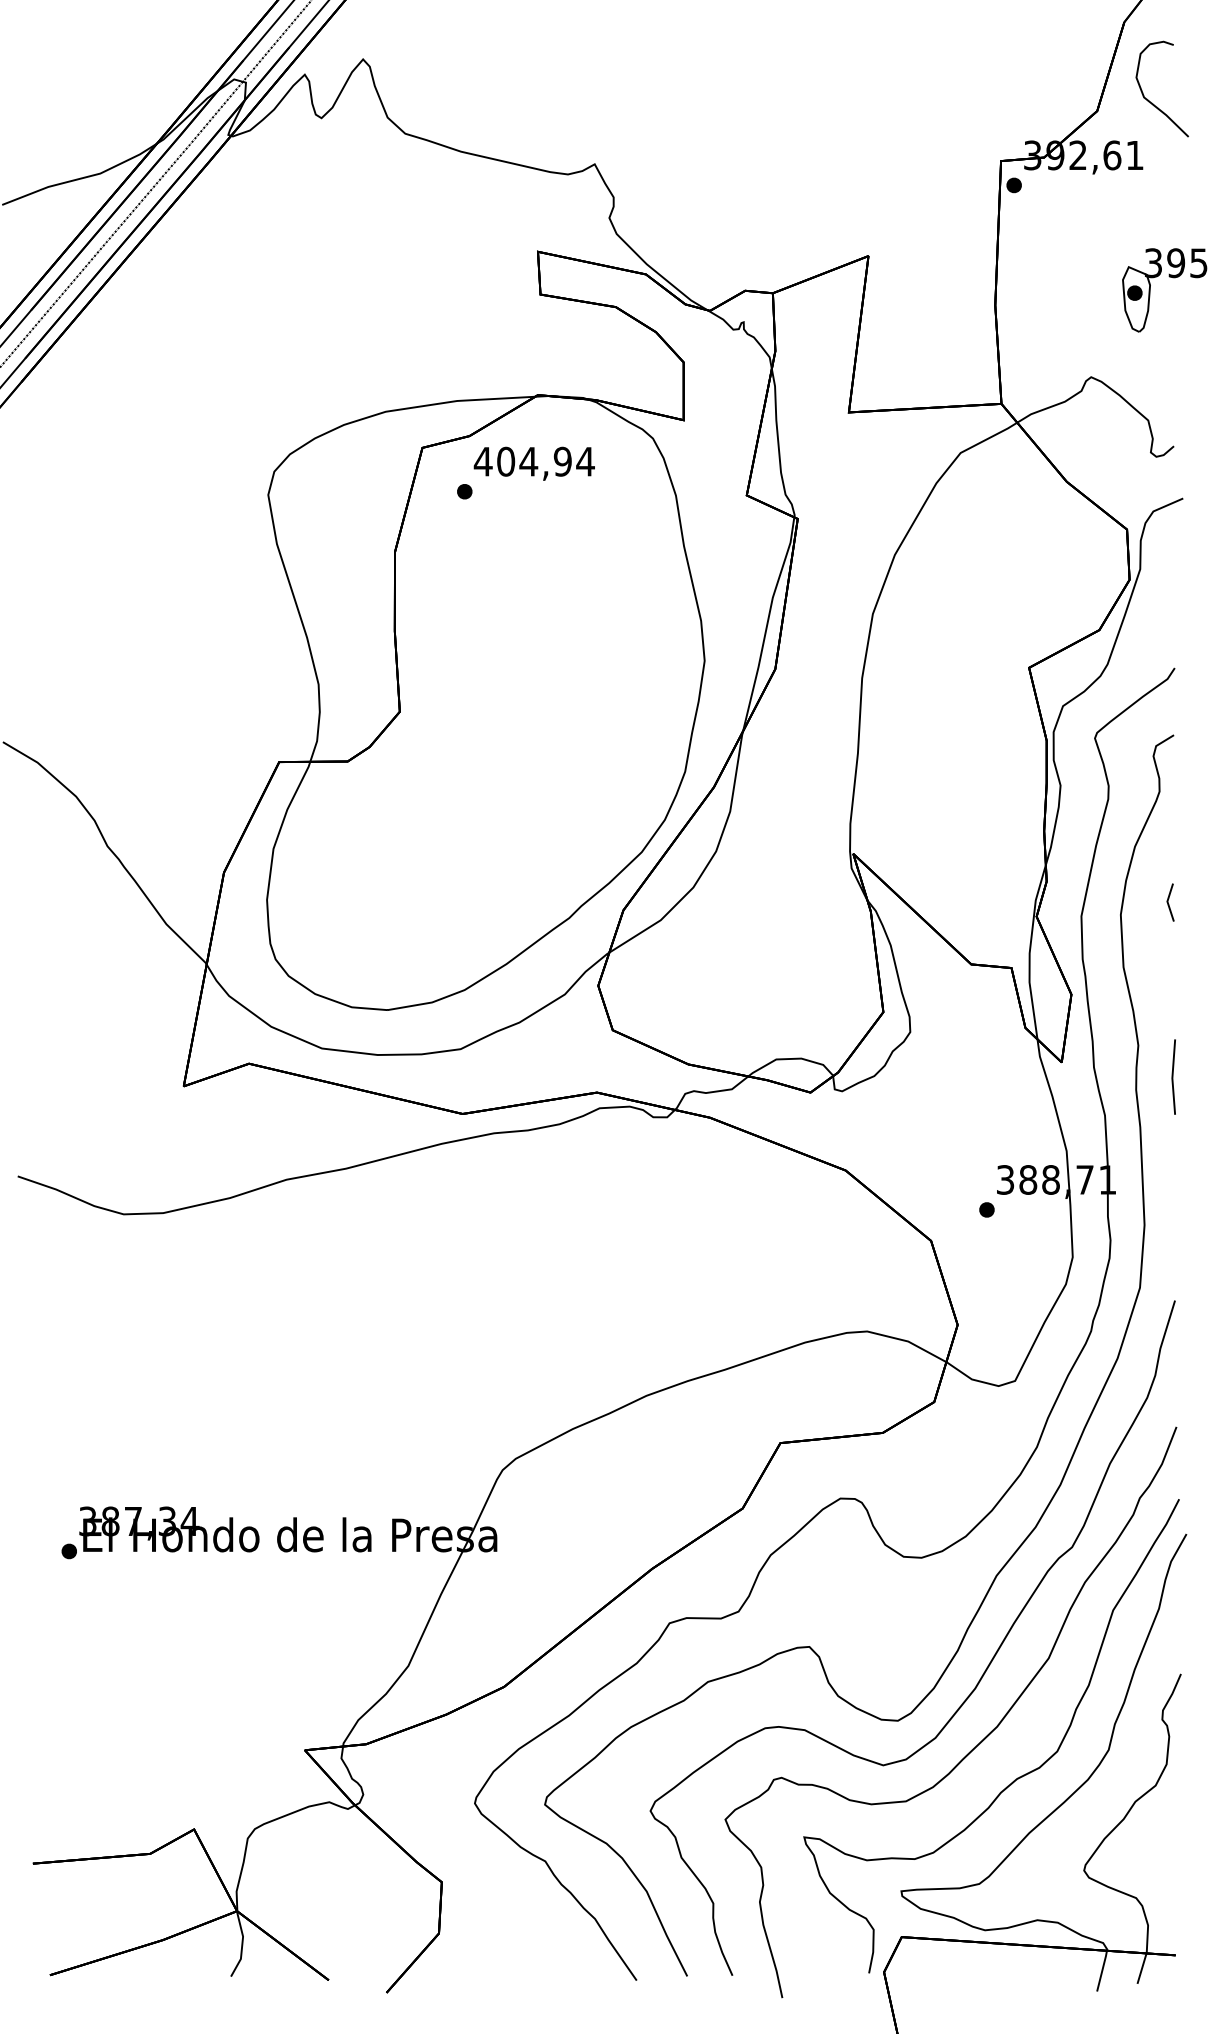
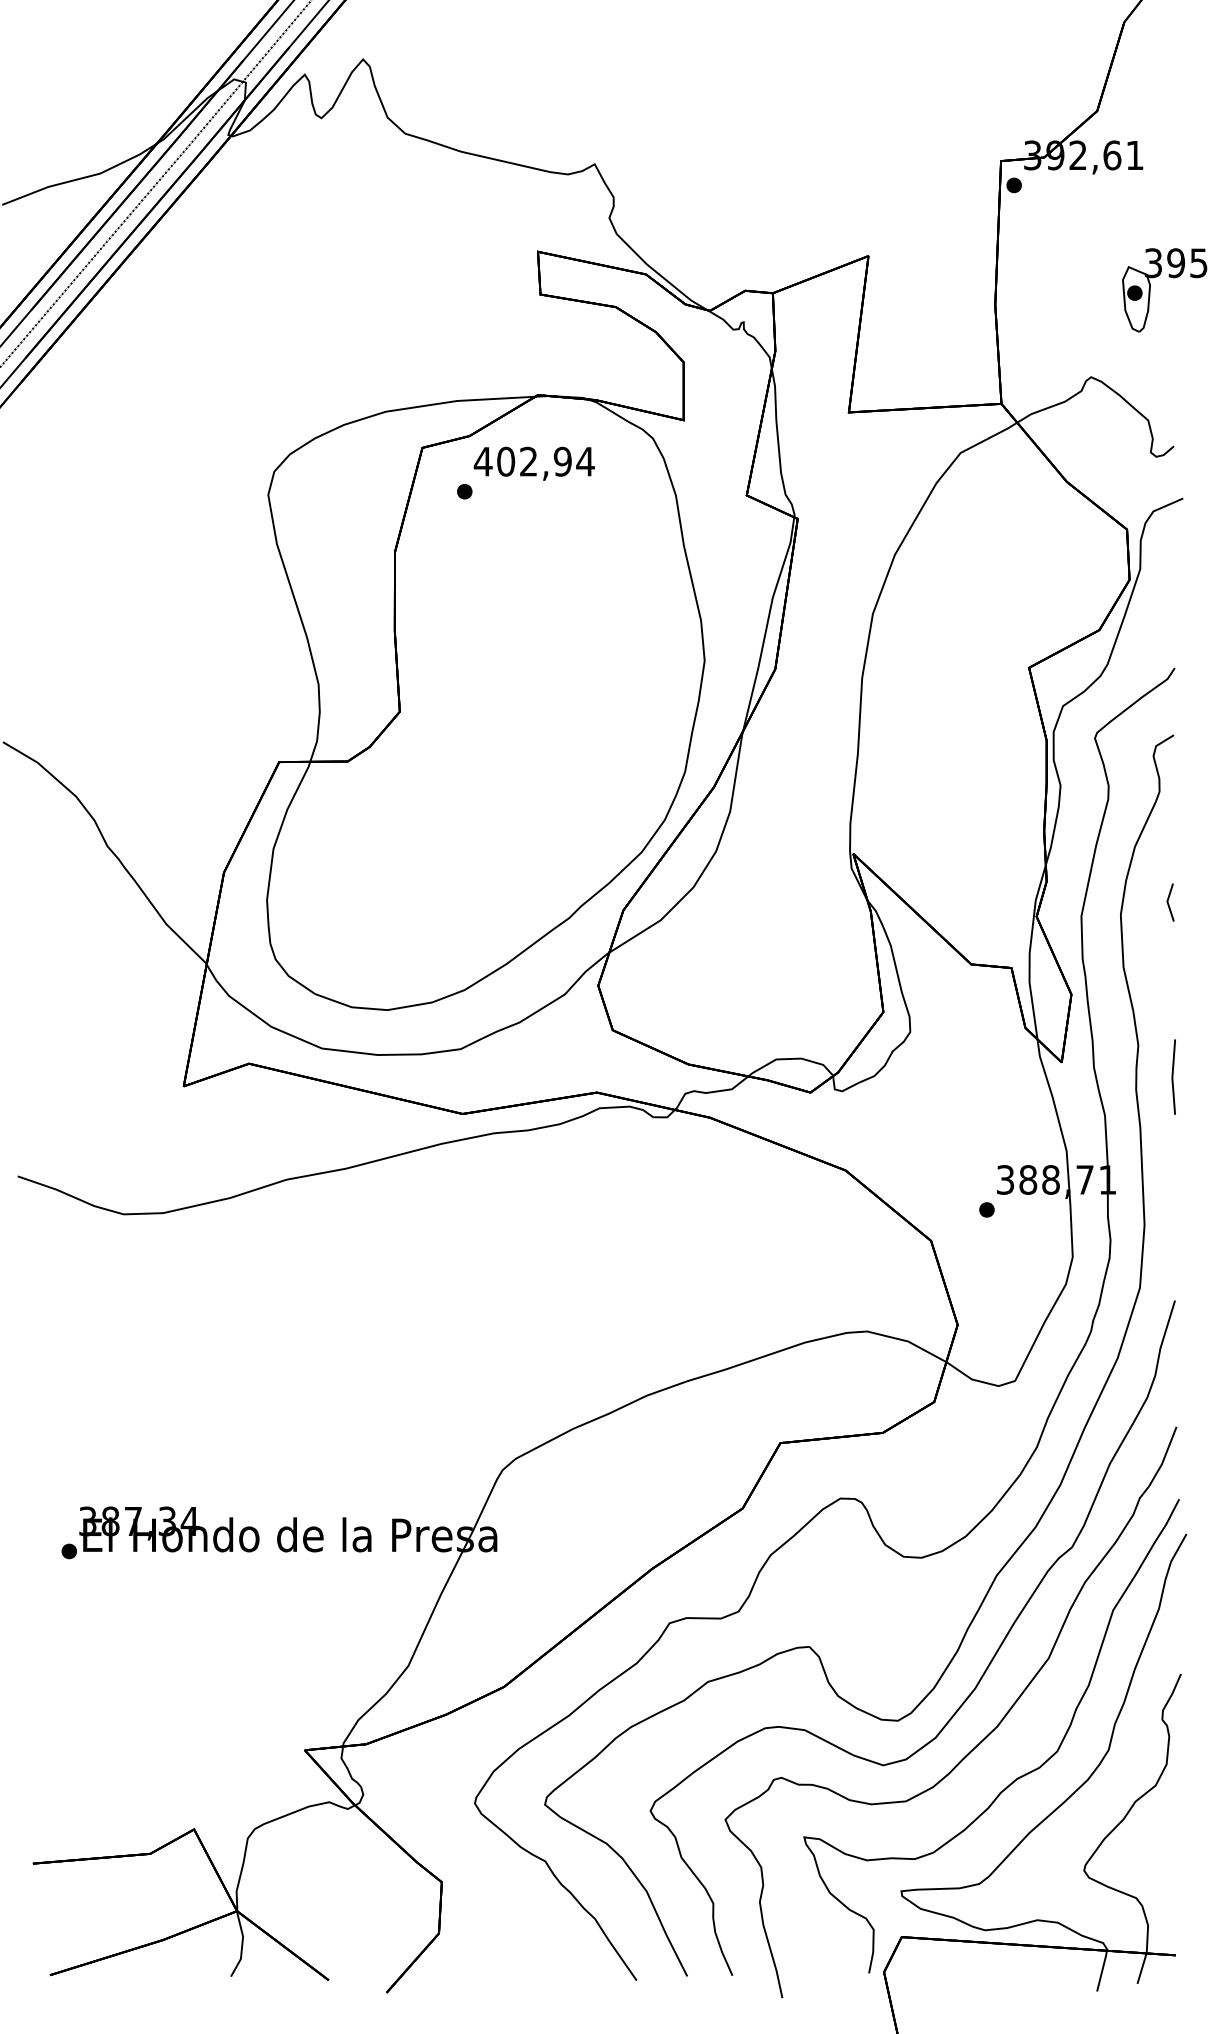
curve at (1152, 102): present -> none
text at (528, 461): 404,94 -> 402,94
